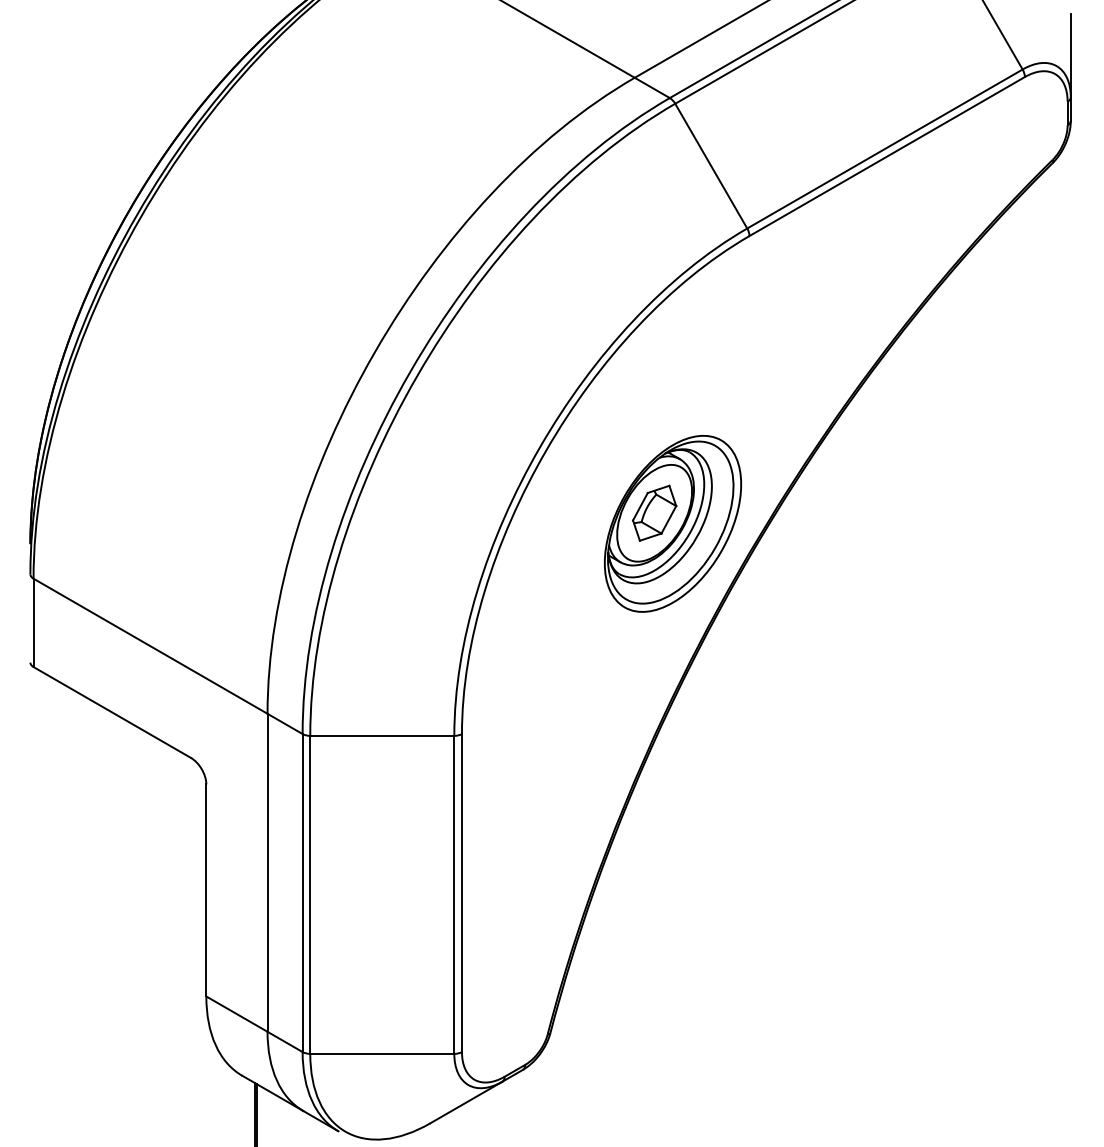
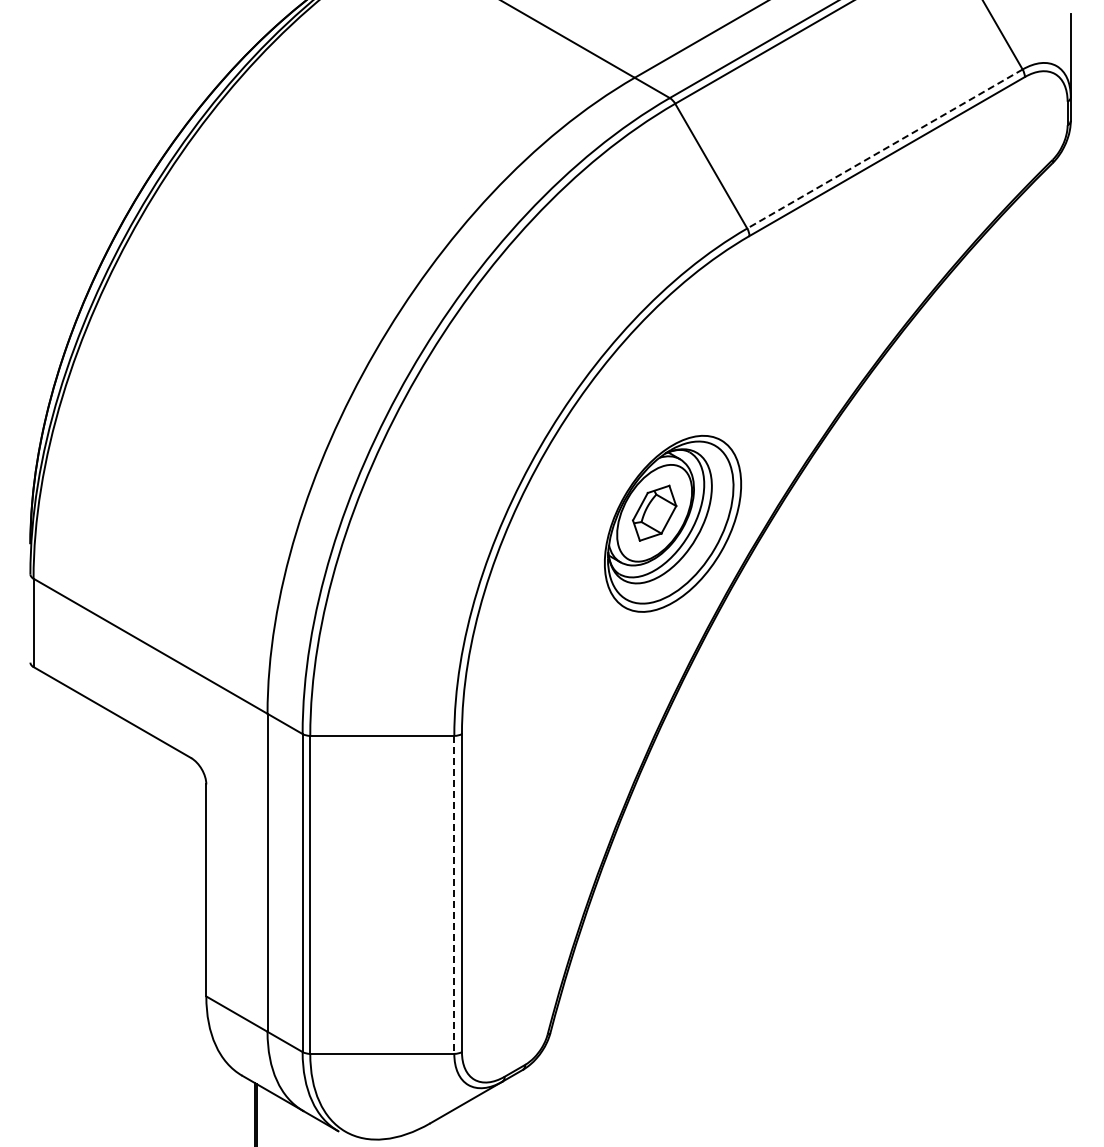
line at (884, 149): solid -> dashed
line at (454, 894): solid -> dashed
